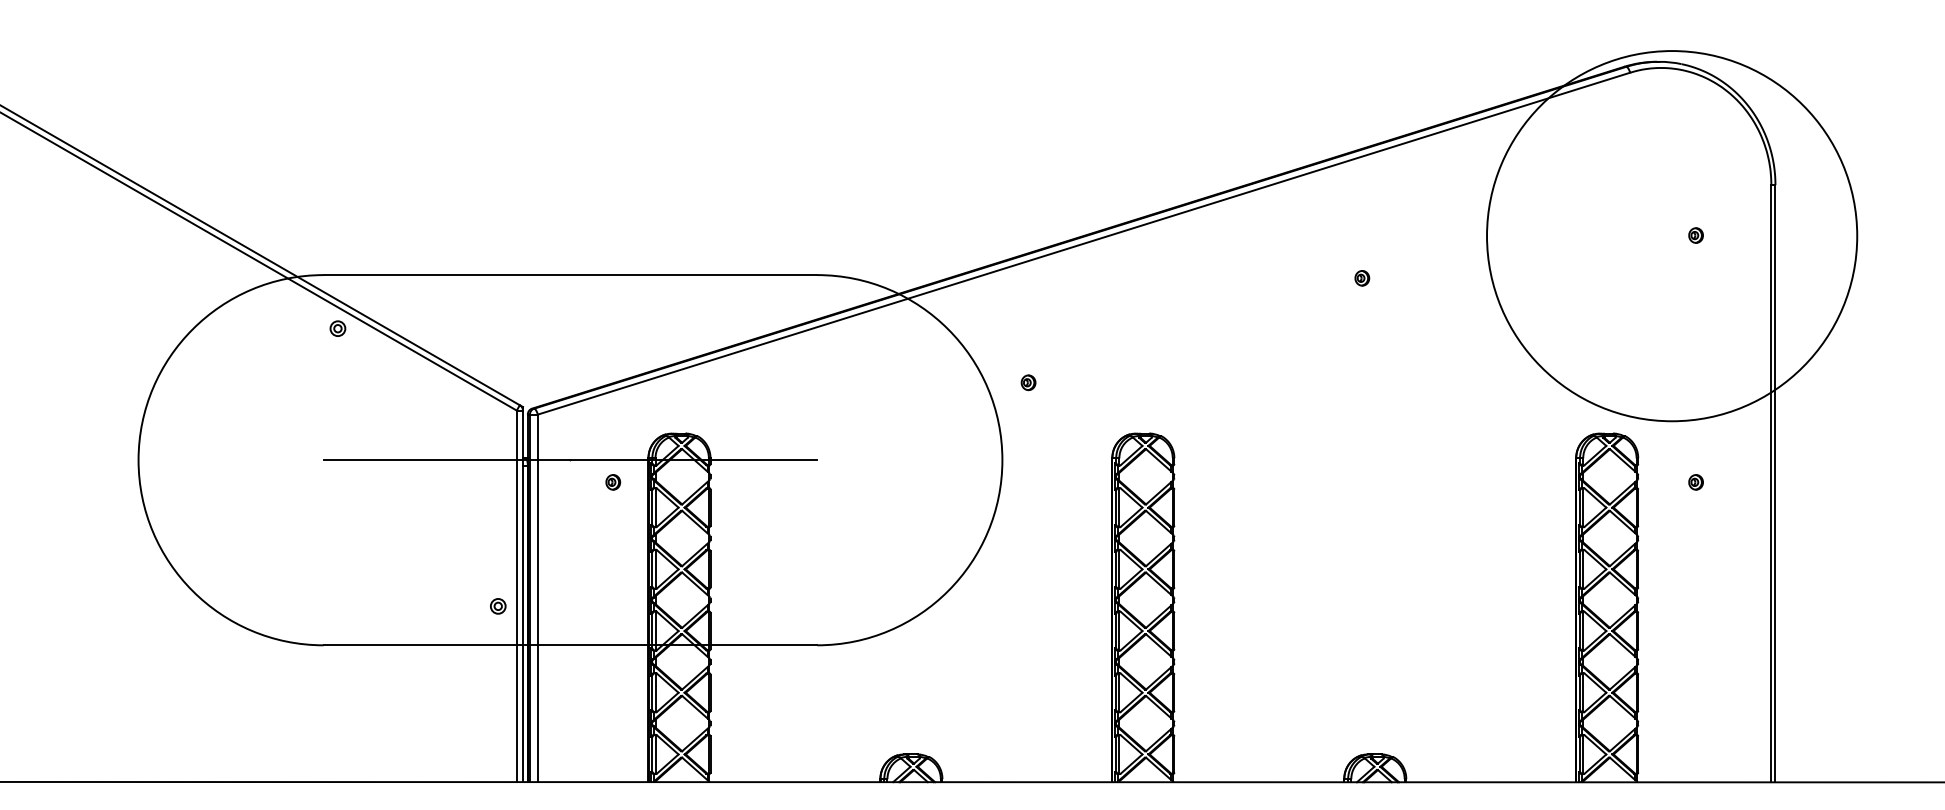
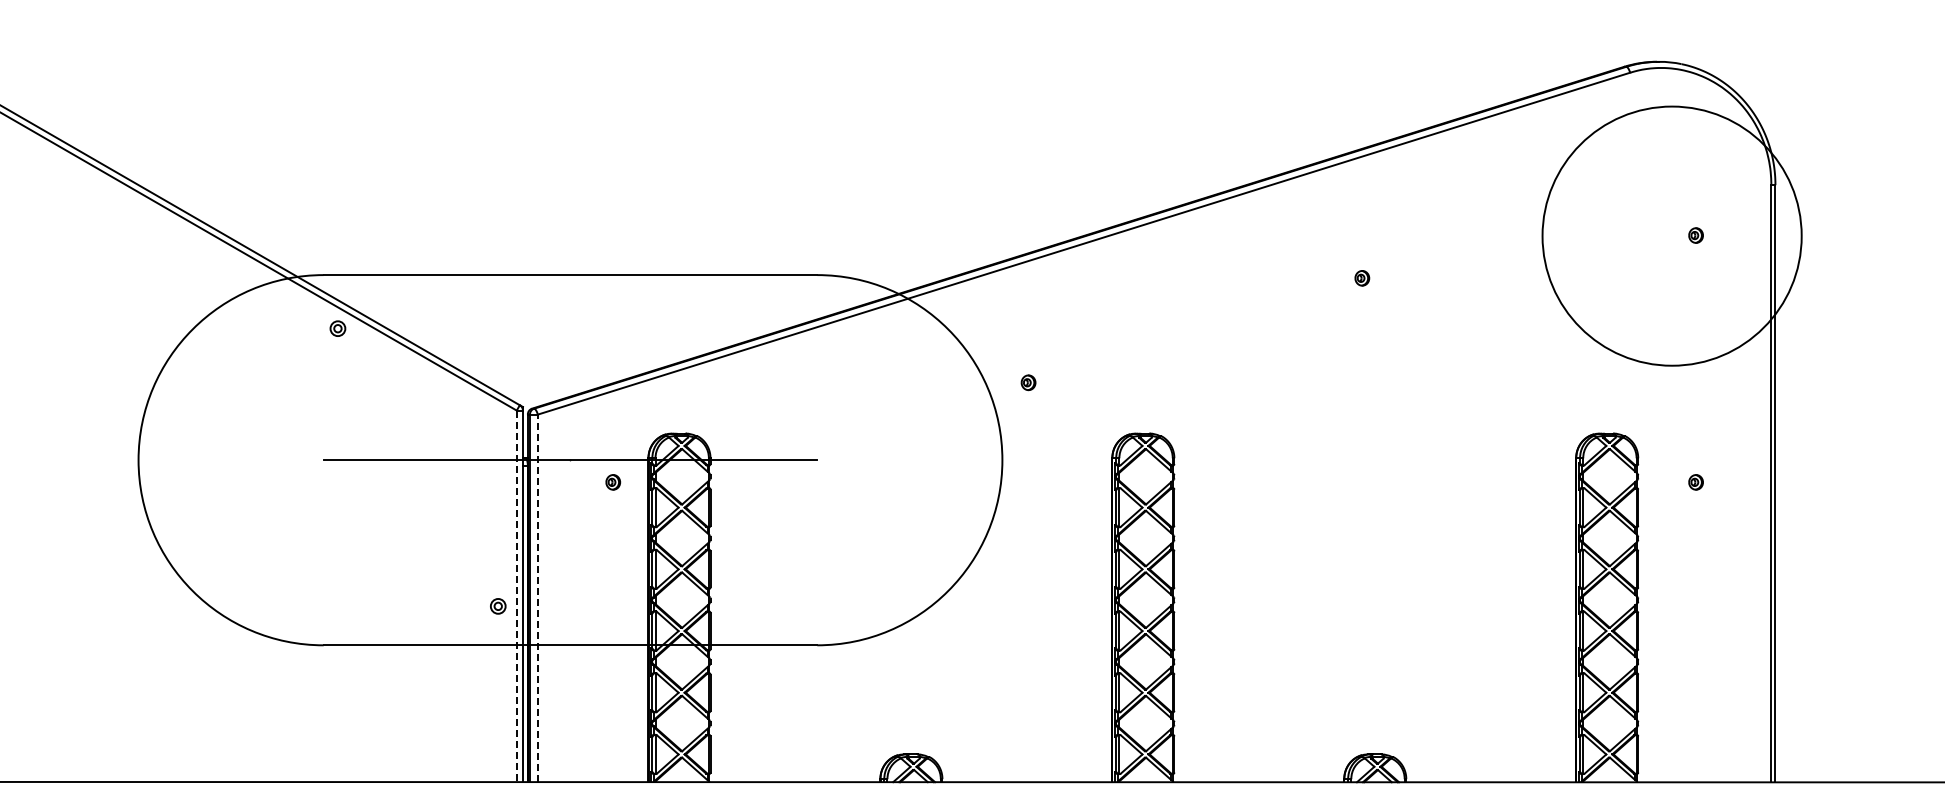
circle at (1672, 236) diameter: 370 px -> 259 px
line at (516, 596): solid -> dashed
line at (537, 598): solid -> dashed
